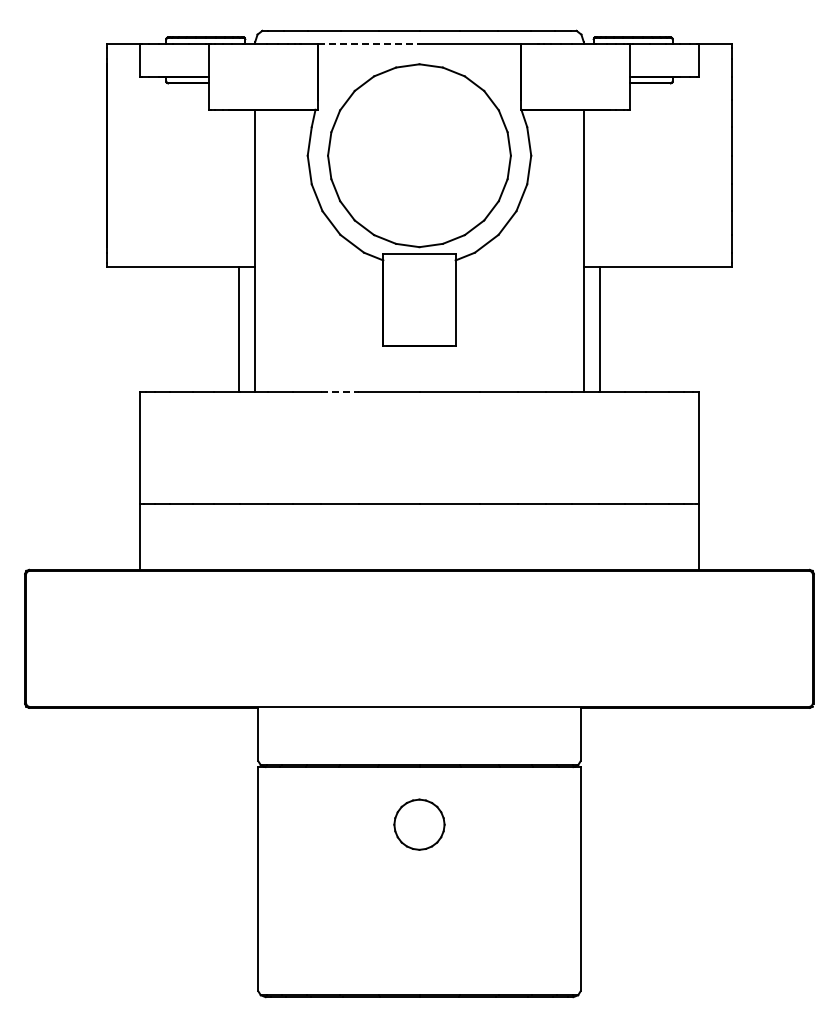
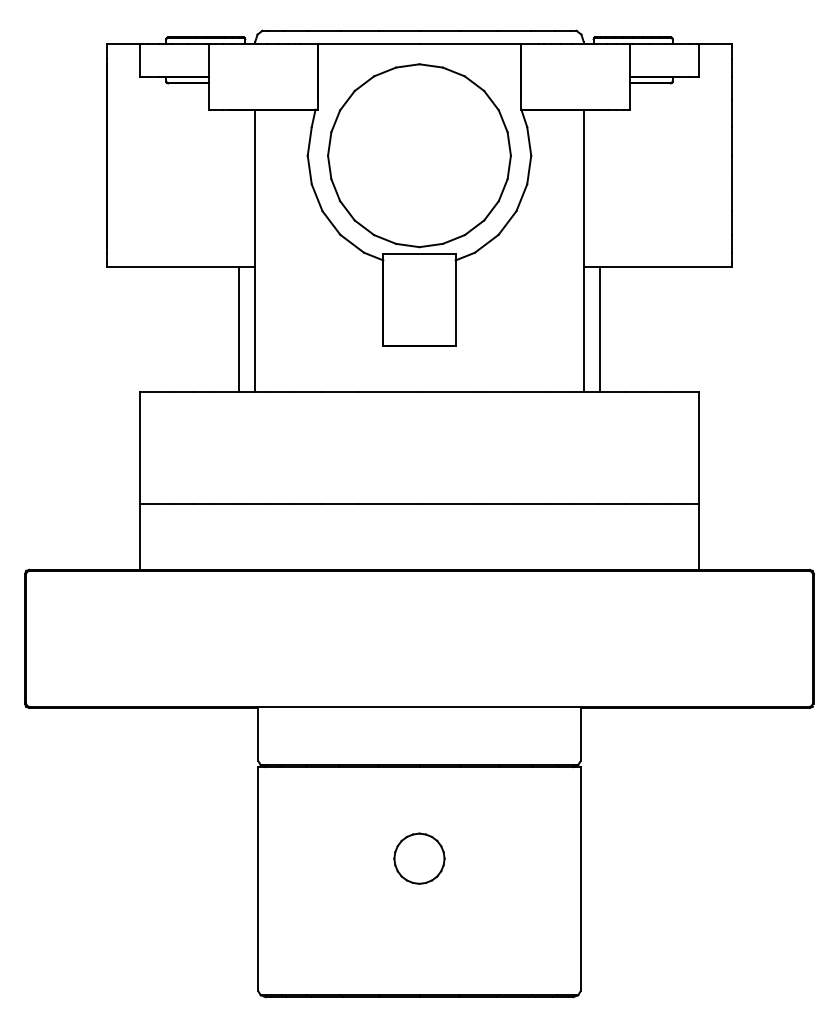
line at (368, 43): dashed -> solid
line at (340, 392): dashed -> solid
part at (419, 824) position: (419, 824) -> (419, 858)
